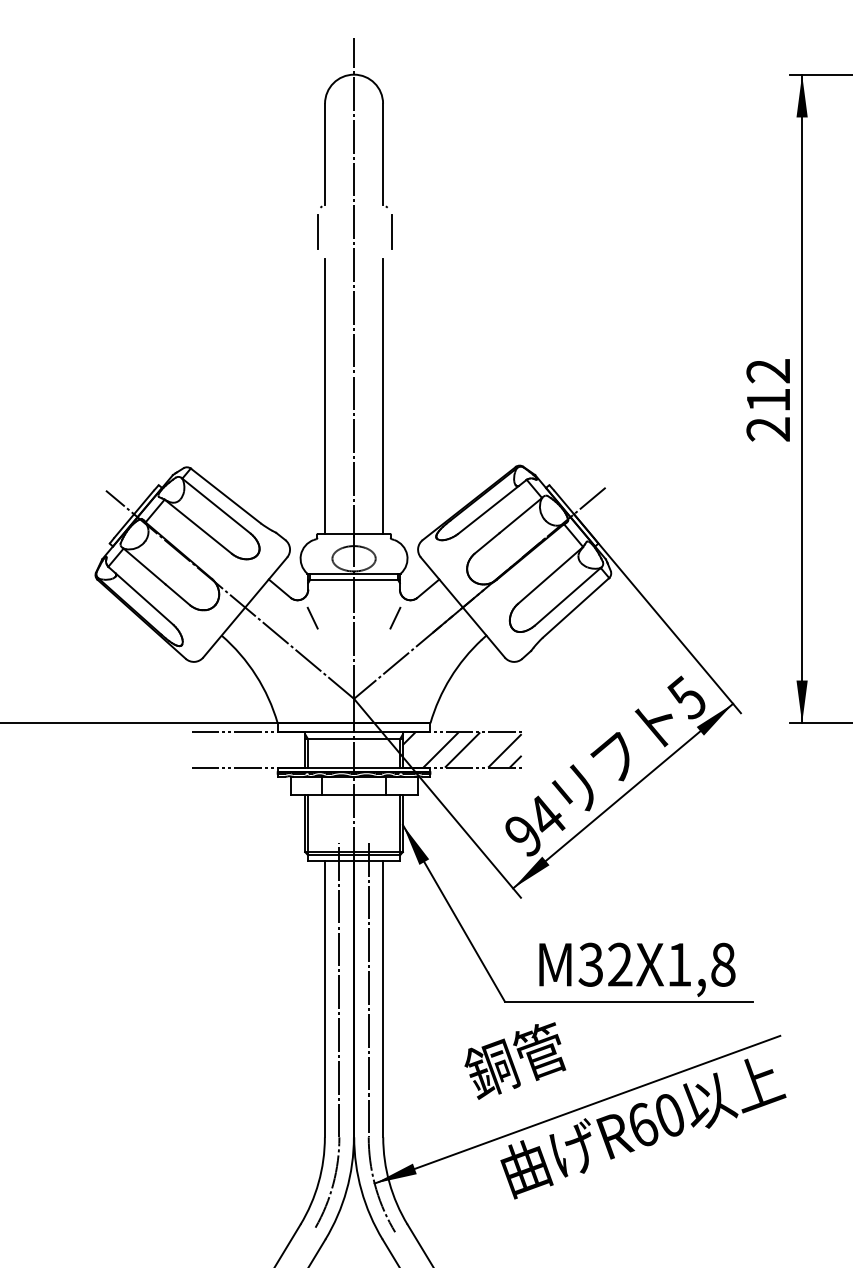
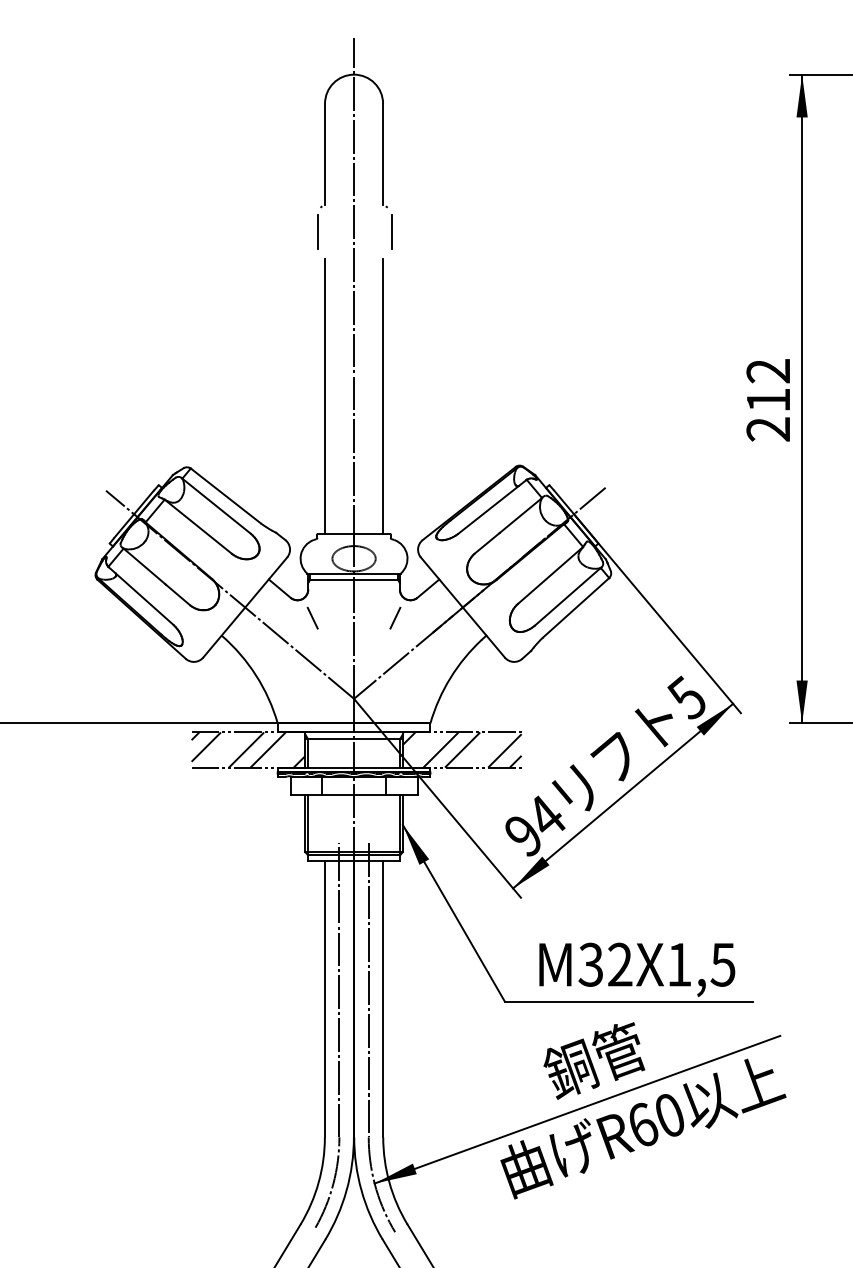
hatch at (248, 749): none -> present
text at (722, 964): M32X1,8 -> M32X1,5
text at (515, 1060) position: (515, 1060) -> (594, 1060)
